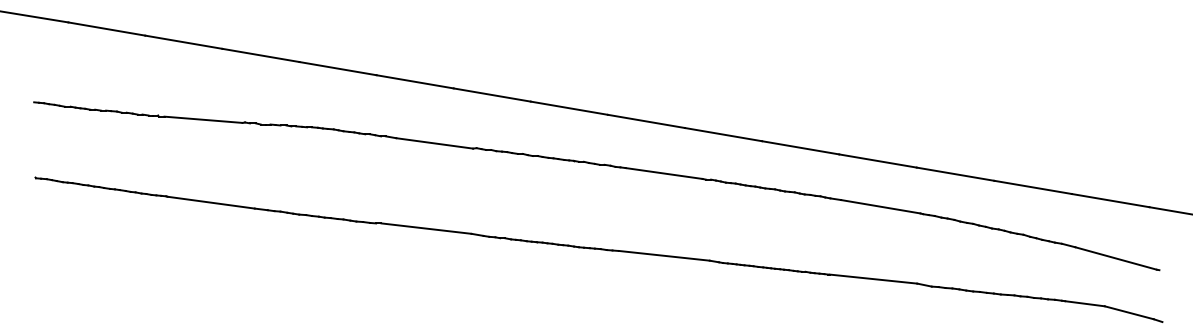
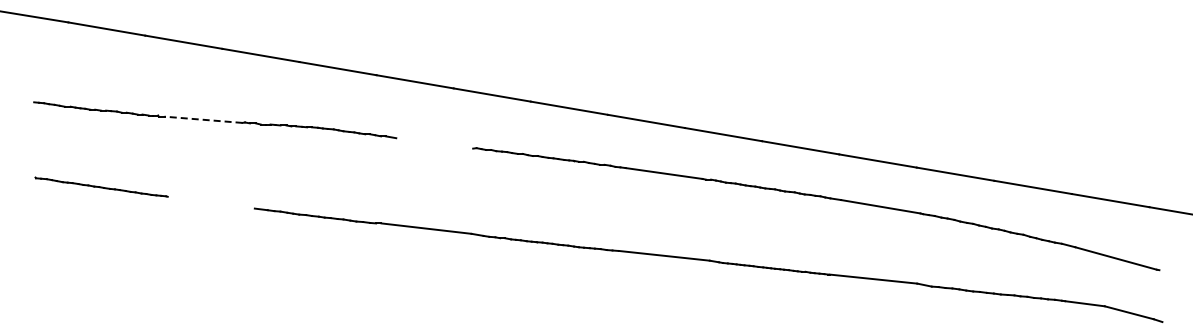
line at (203, 119): solid -> dashed
line at (434, 143): present -> none
line at (210, 202): present -> none
